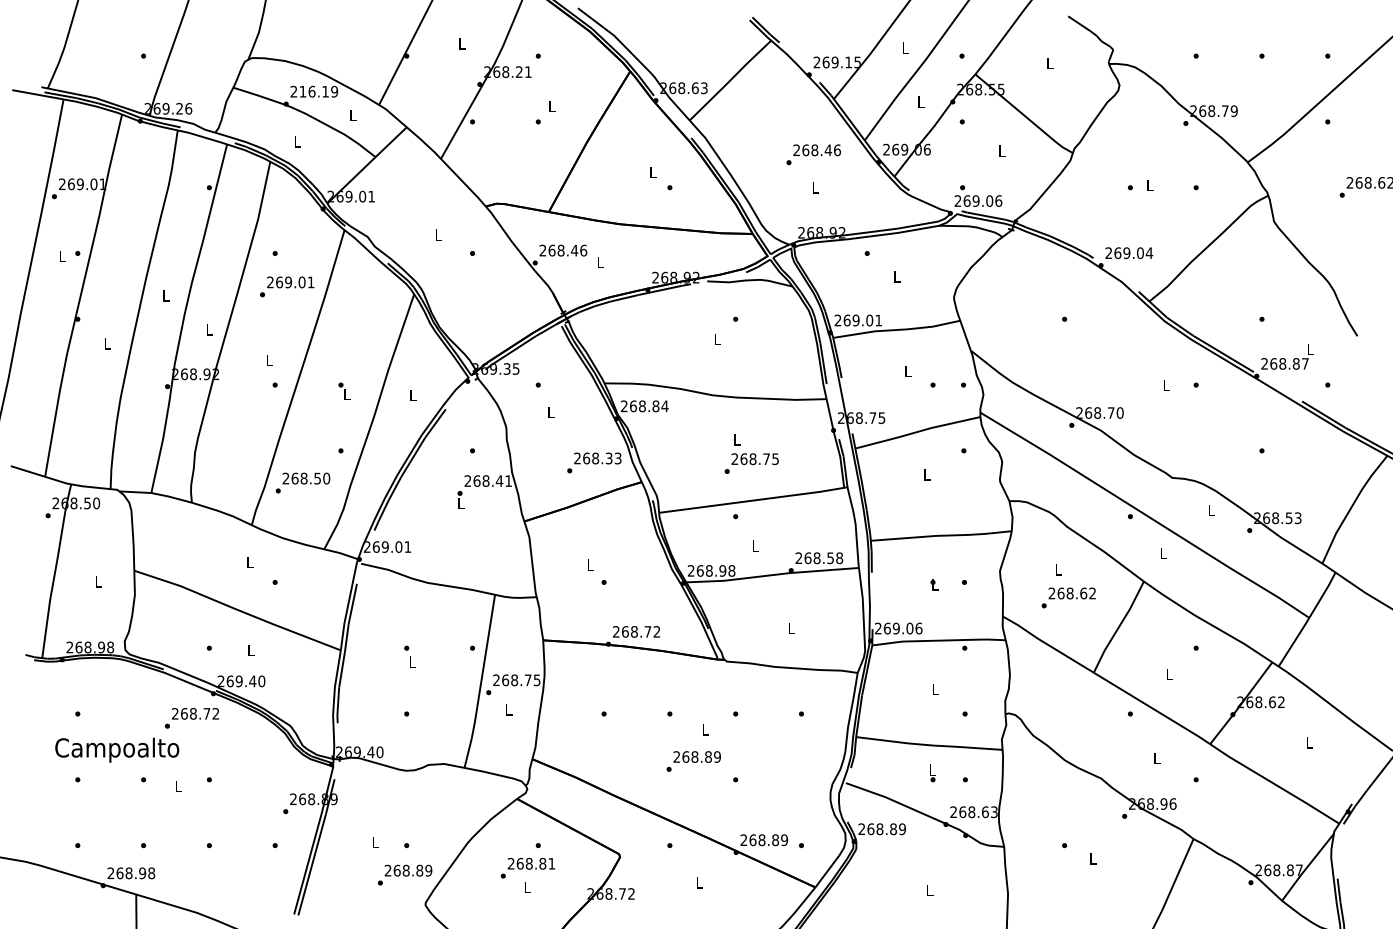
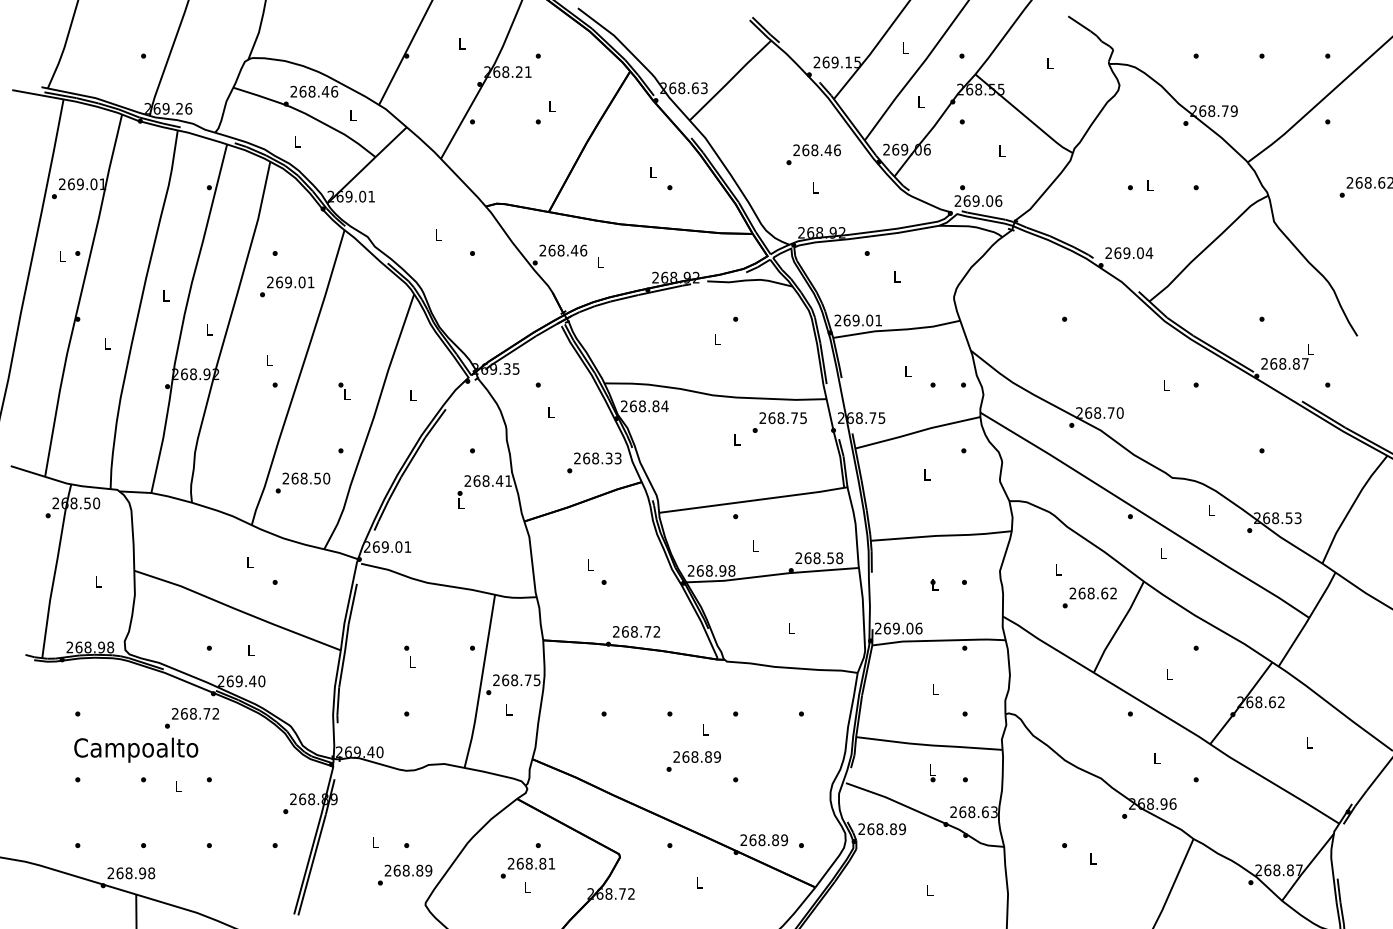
text at (318, 91): 216.19 -> 268.46
text at (751, 463) position: (751, 463) -> (779, 422)
text at (1068, 597) position: (1068, 597) -> (1089, 597)
text at (117, 749) position: (117, 749) -> (136, 749)
